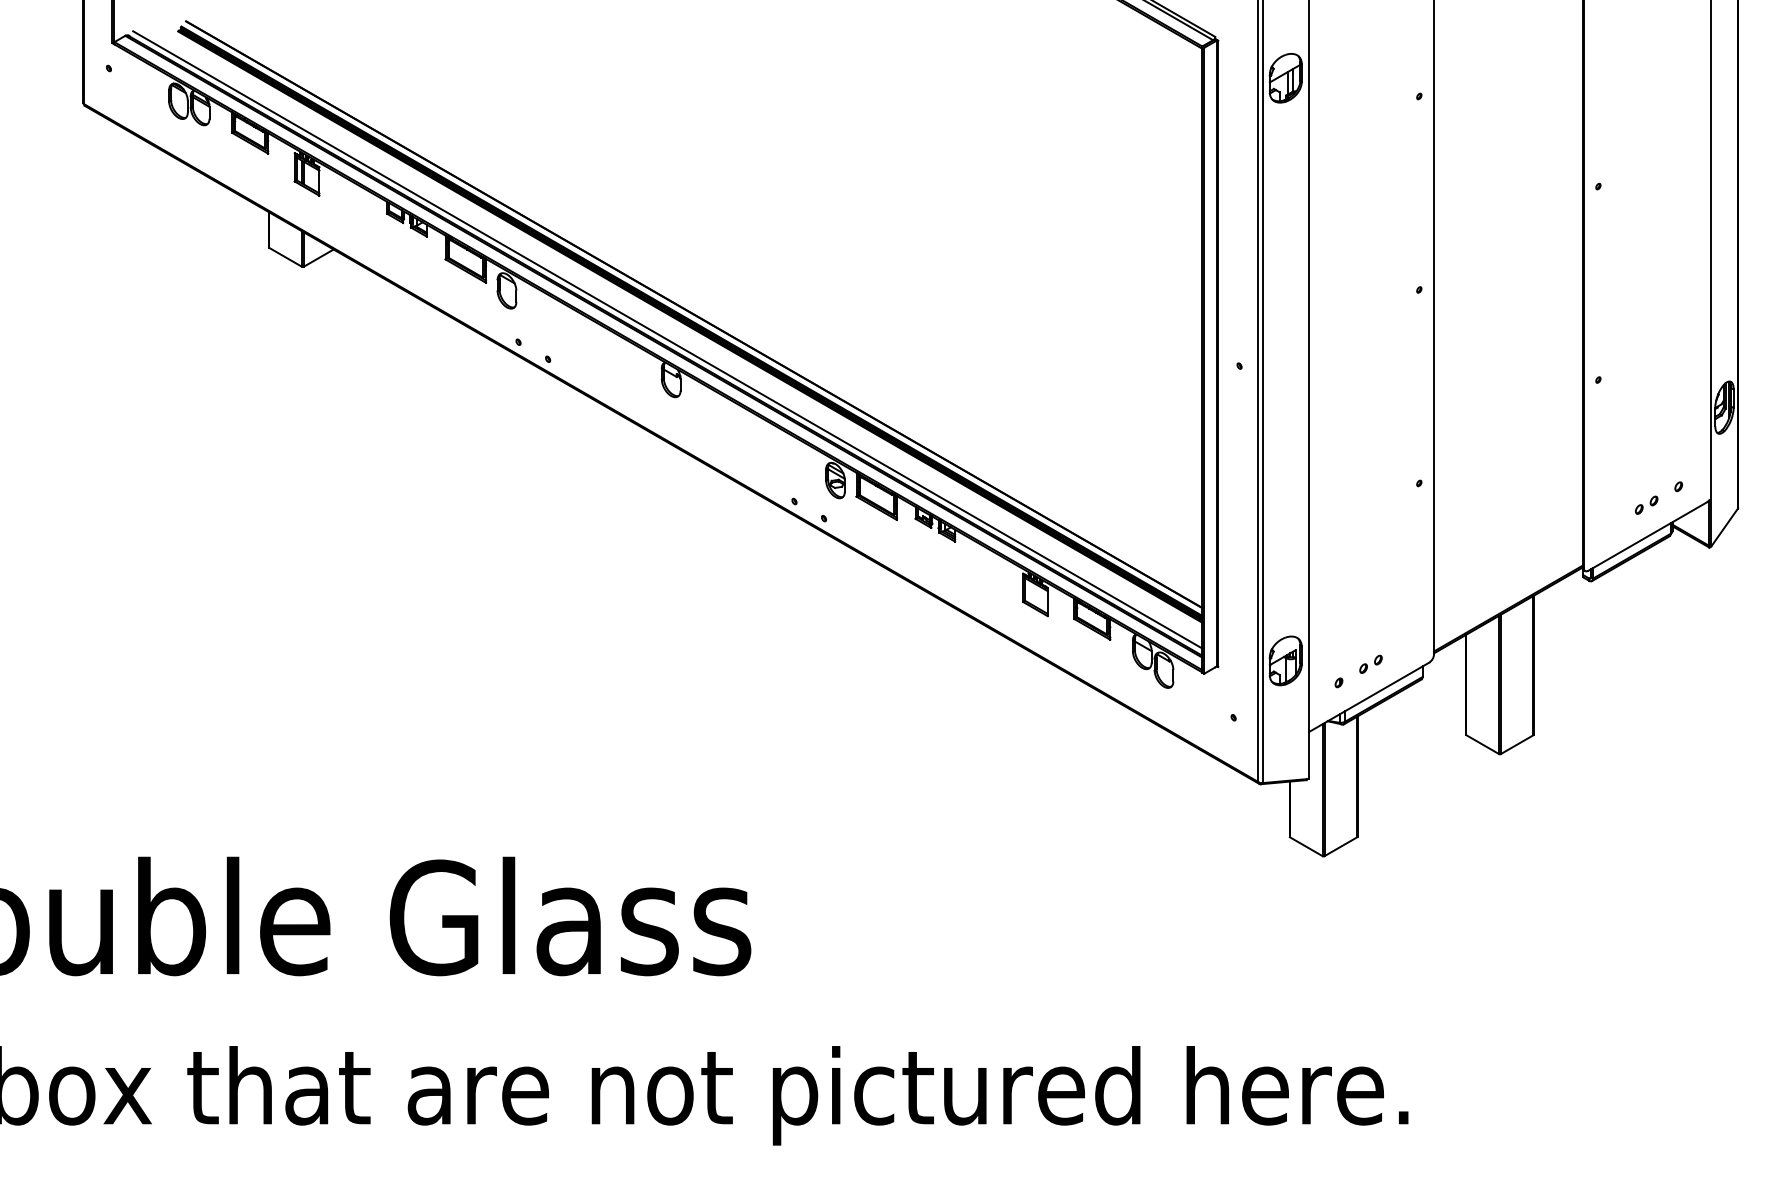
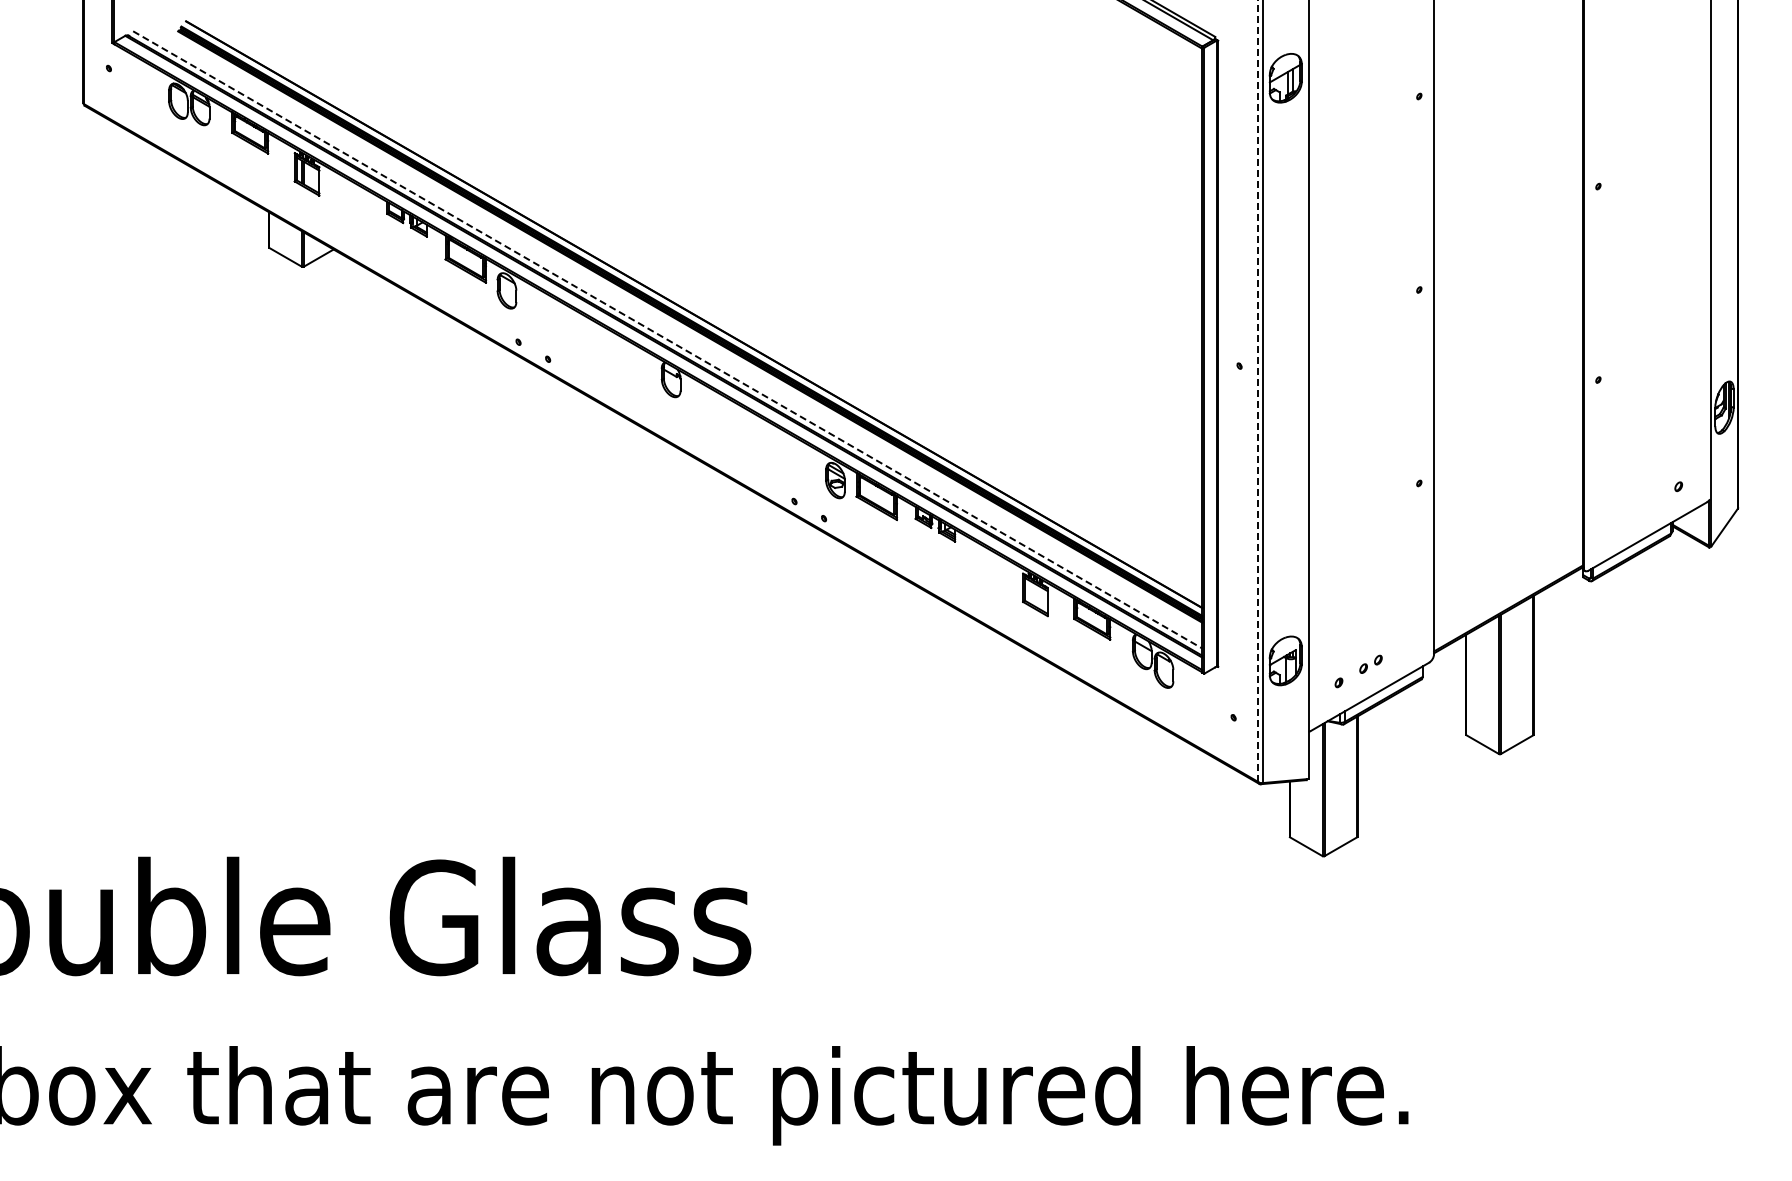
line at (668, 340): solid -> dashed
line at (1258, 391): solid -> dashed
part at (1646, 504): present -> none
